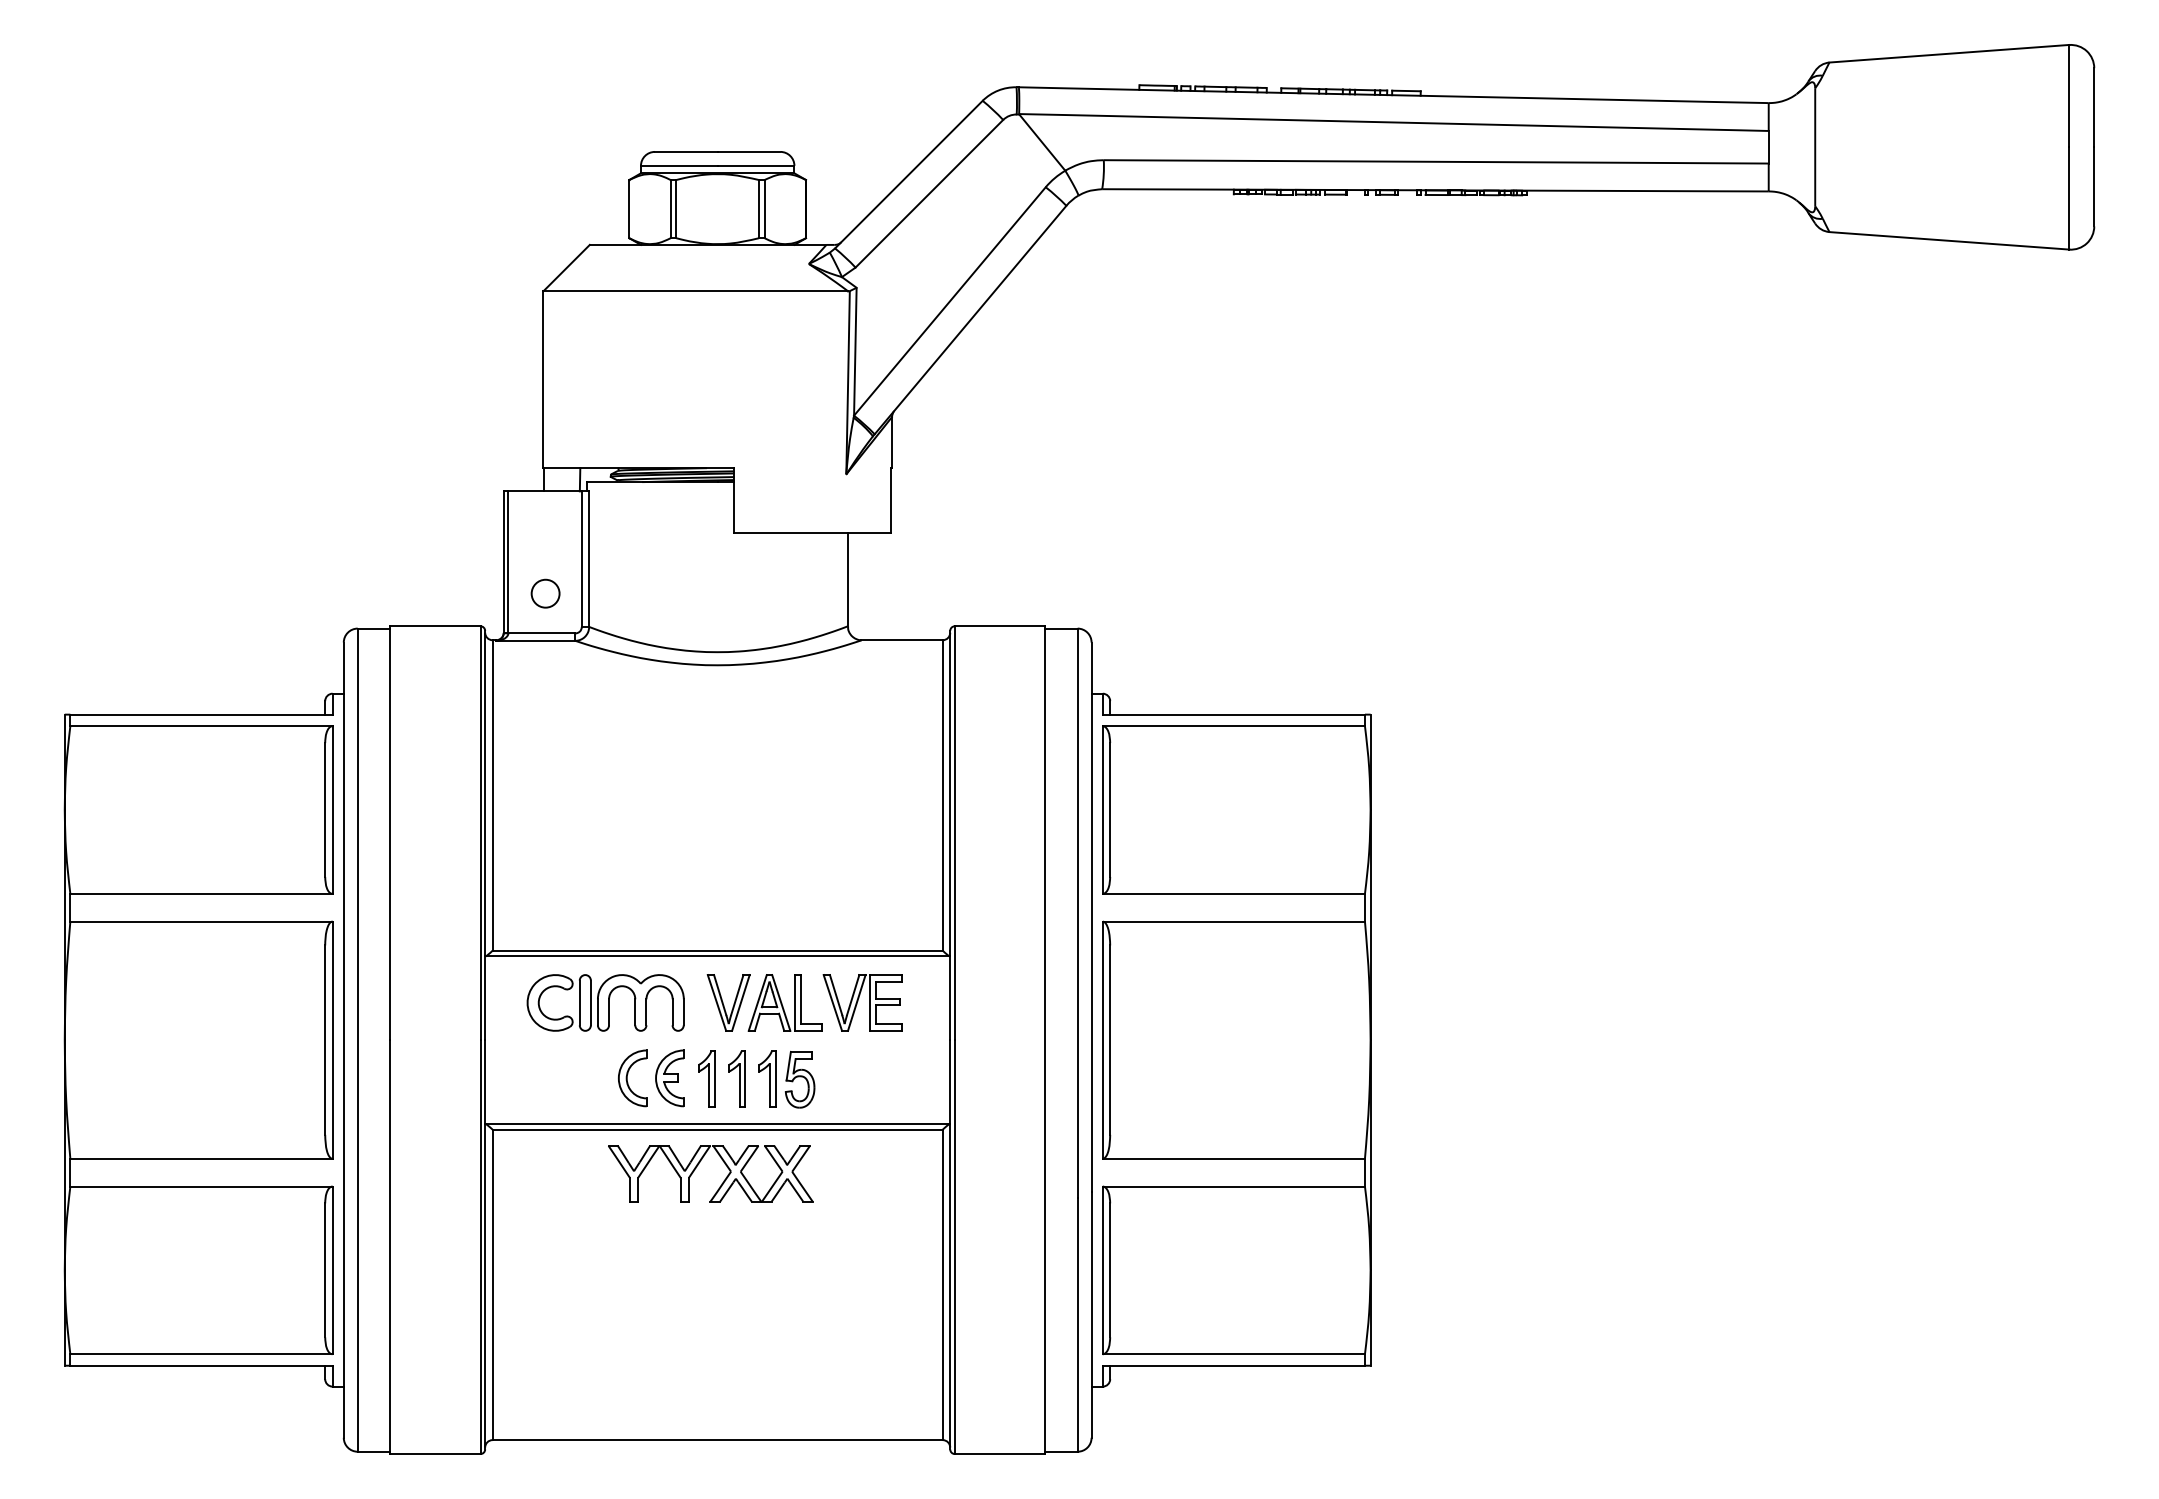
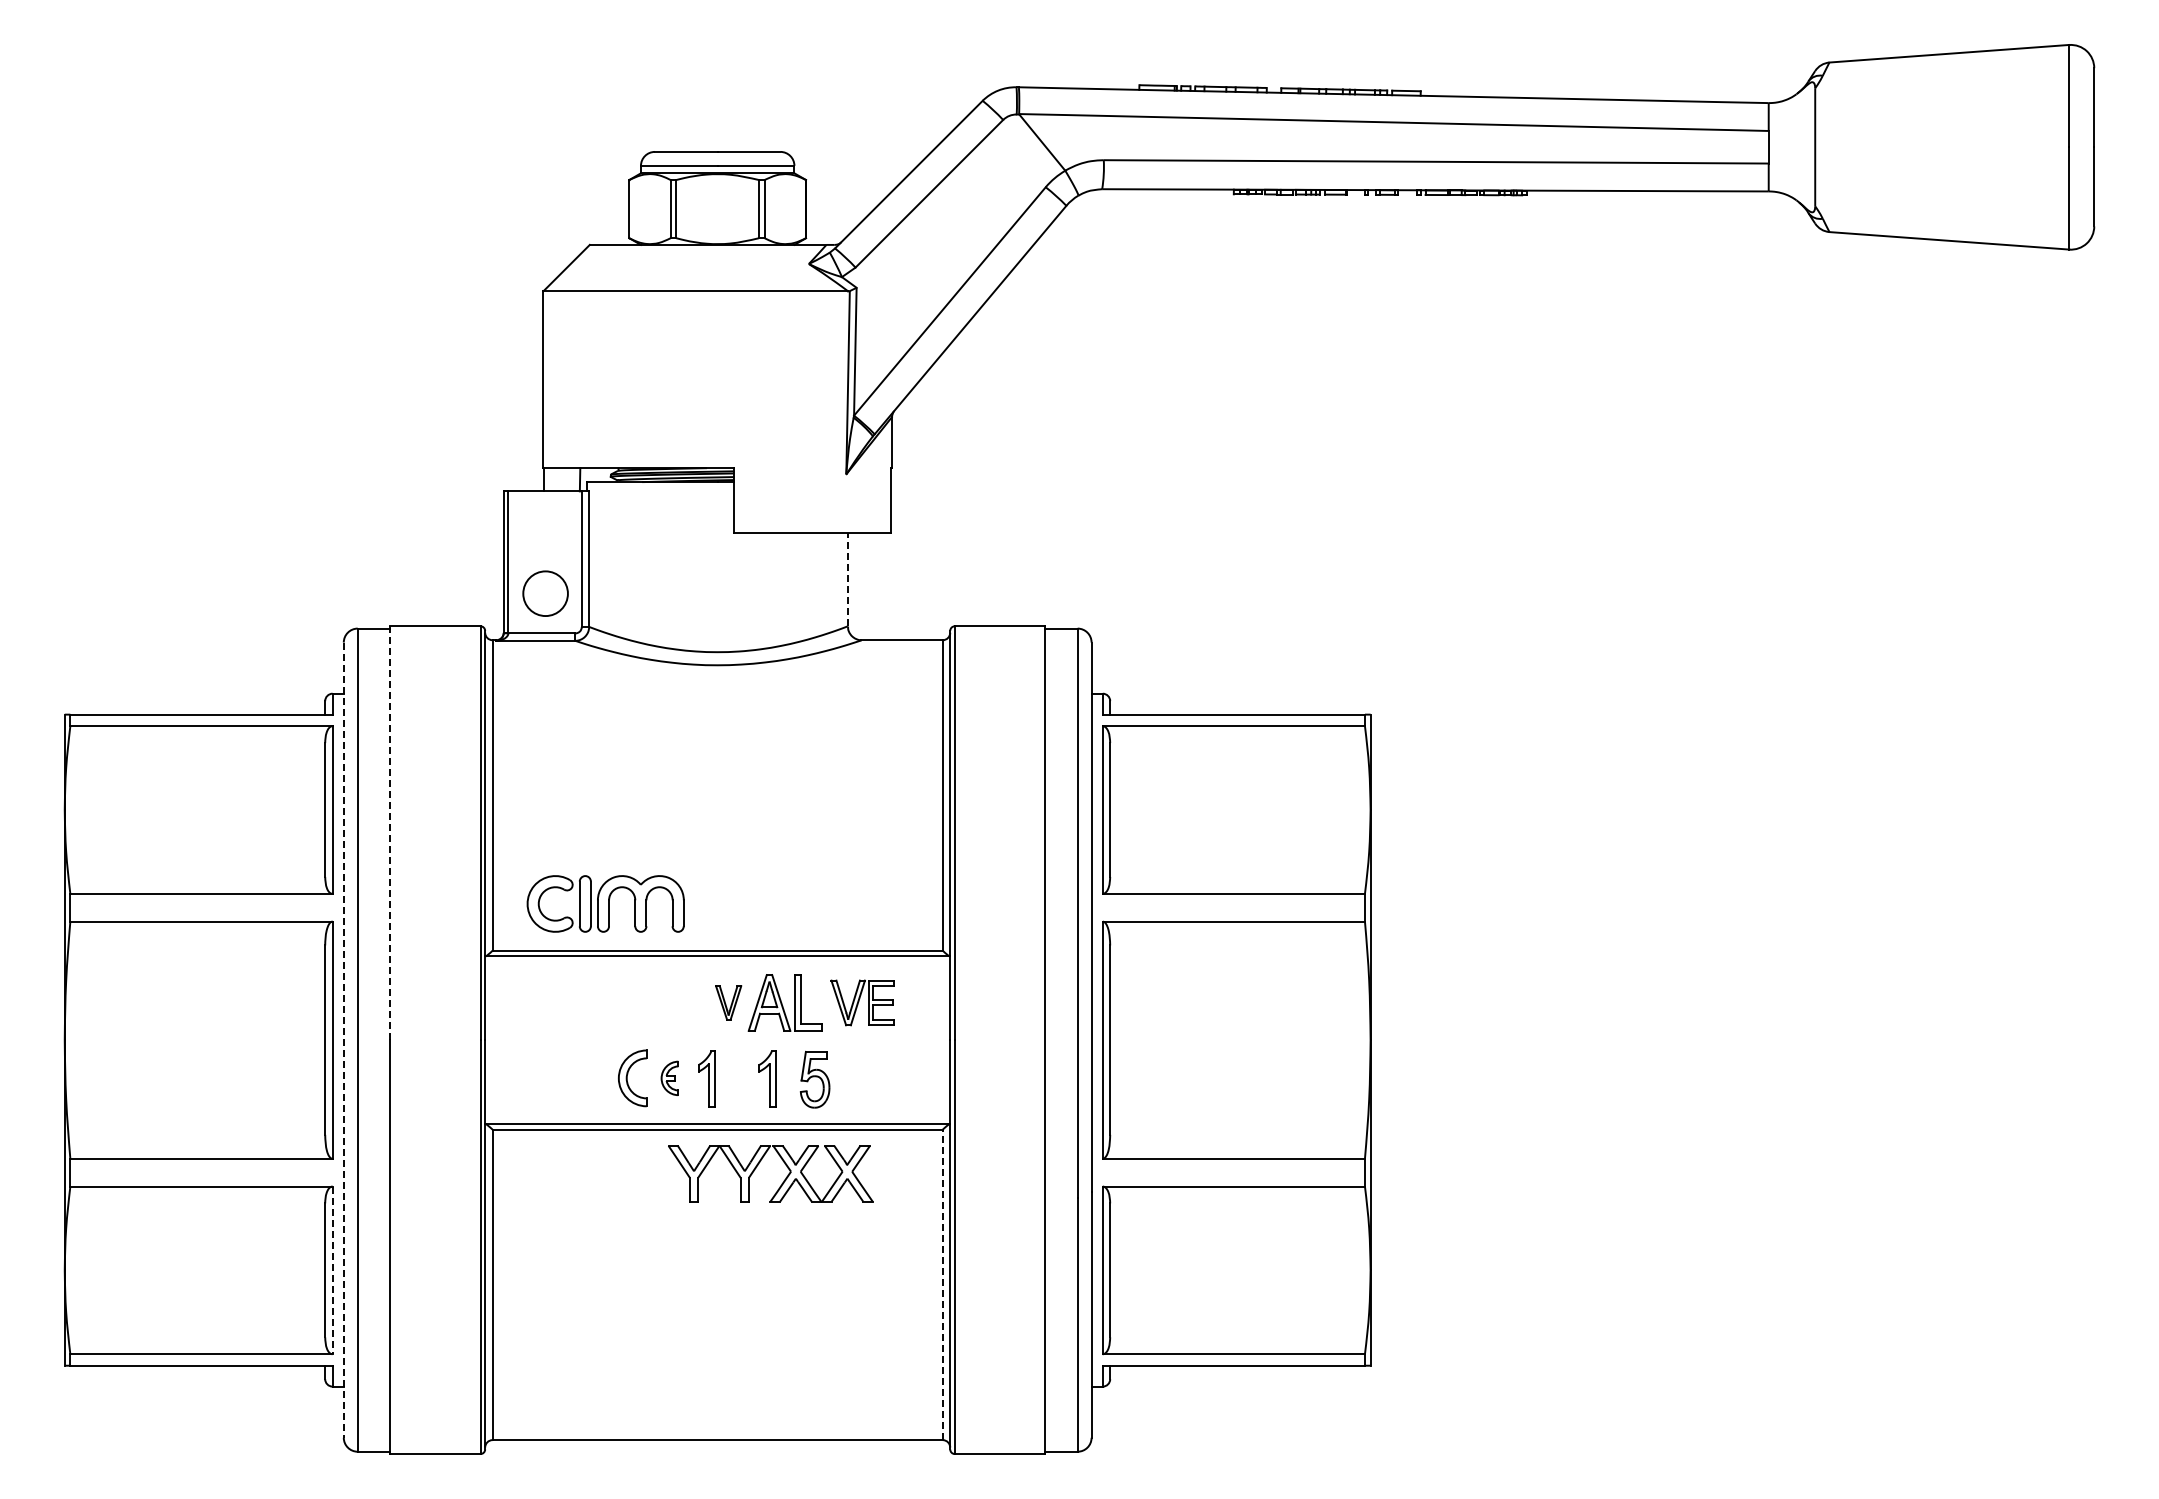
line at (847, 579): solid -> dashed
circle at (545, 593) diameter: 28 px -> 45 px
line at (390, 833): solid -> dashed
part at (605, 1002) position: (605, 1002) -> (605, 903)
part at (728, 1002) size: 45x58 px -> 28x36 px
part at (862, 1002) size: 81x58 px -> 65x48 px
line at (343, 1040): solid -> dashed
part at (669, 1078) size: 30x59 px -> 19x36 px
part at (736, 1078): present -> none
part at (799, 1079) position: (799, 1079) -> (814, 1079)
part at (698, 1165) position: (698, 1165) -> (758, 1165)
line at (332, 1270): solid -> dashed
line at (942, 1284): solid -> dashed
